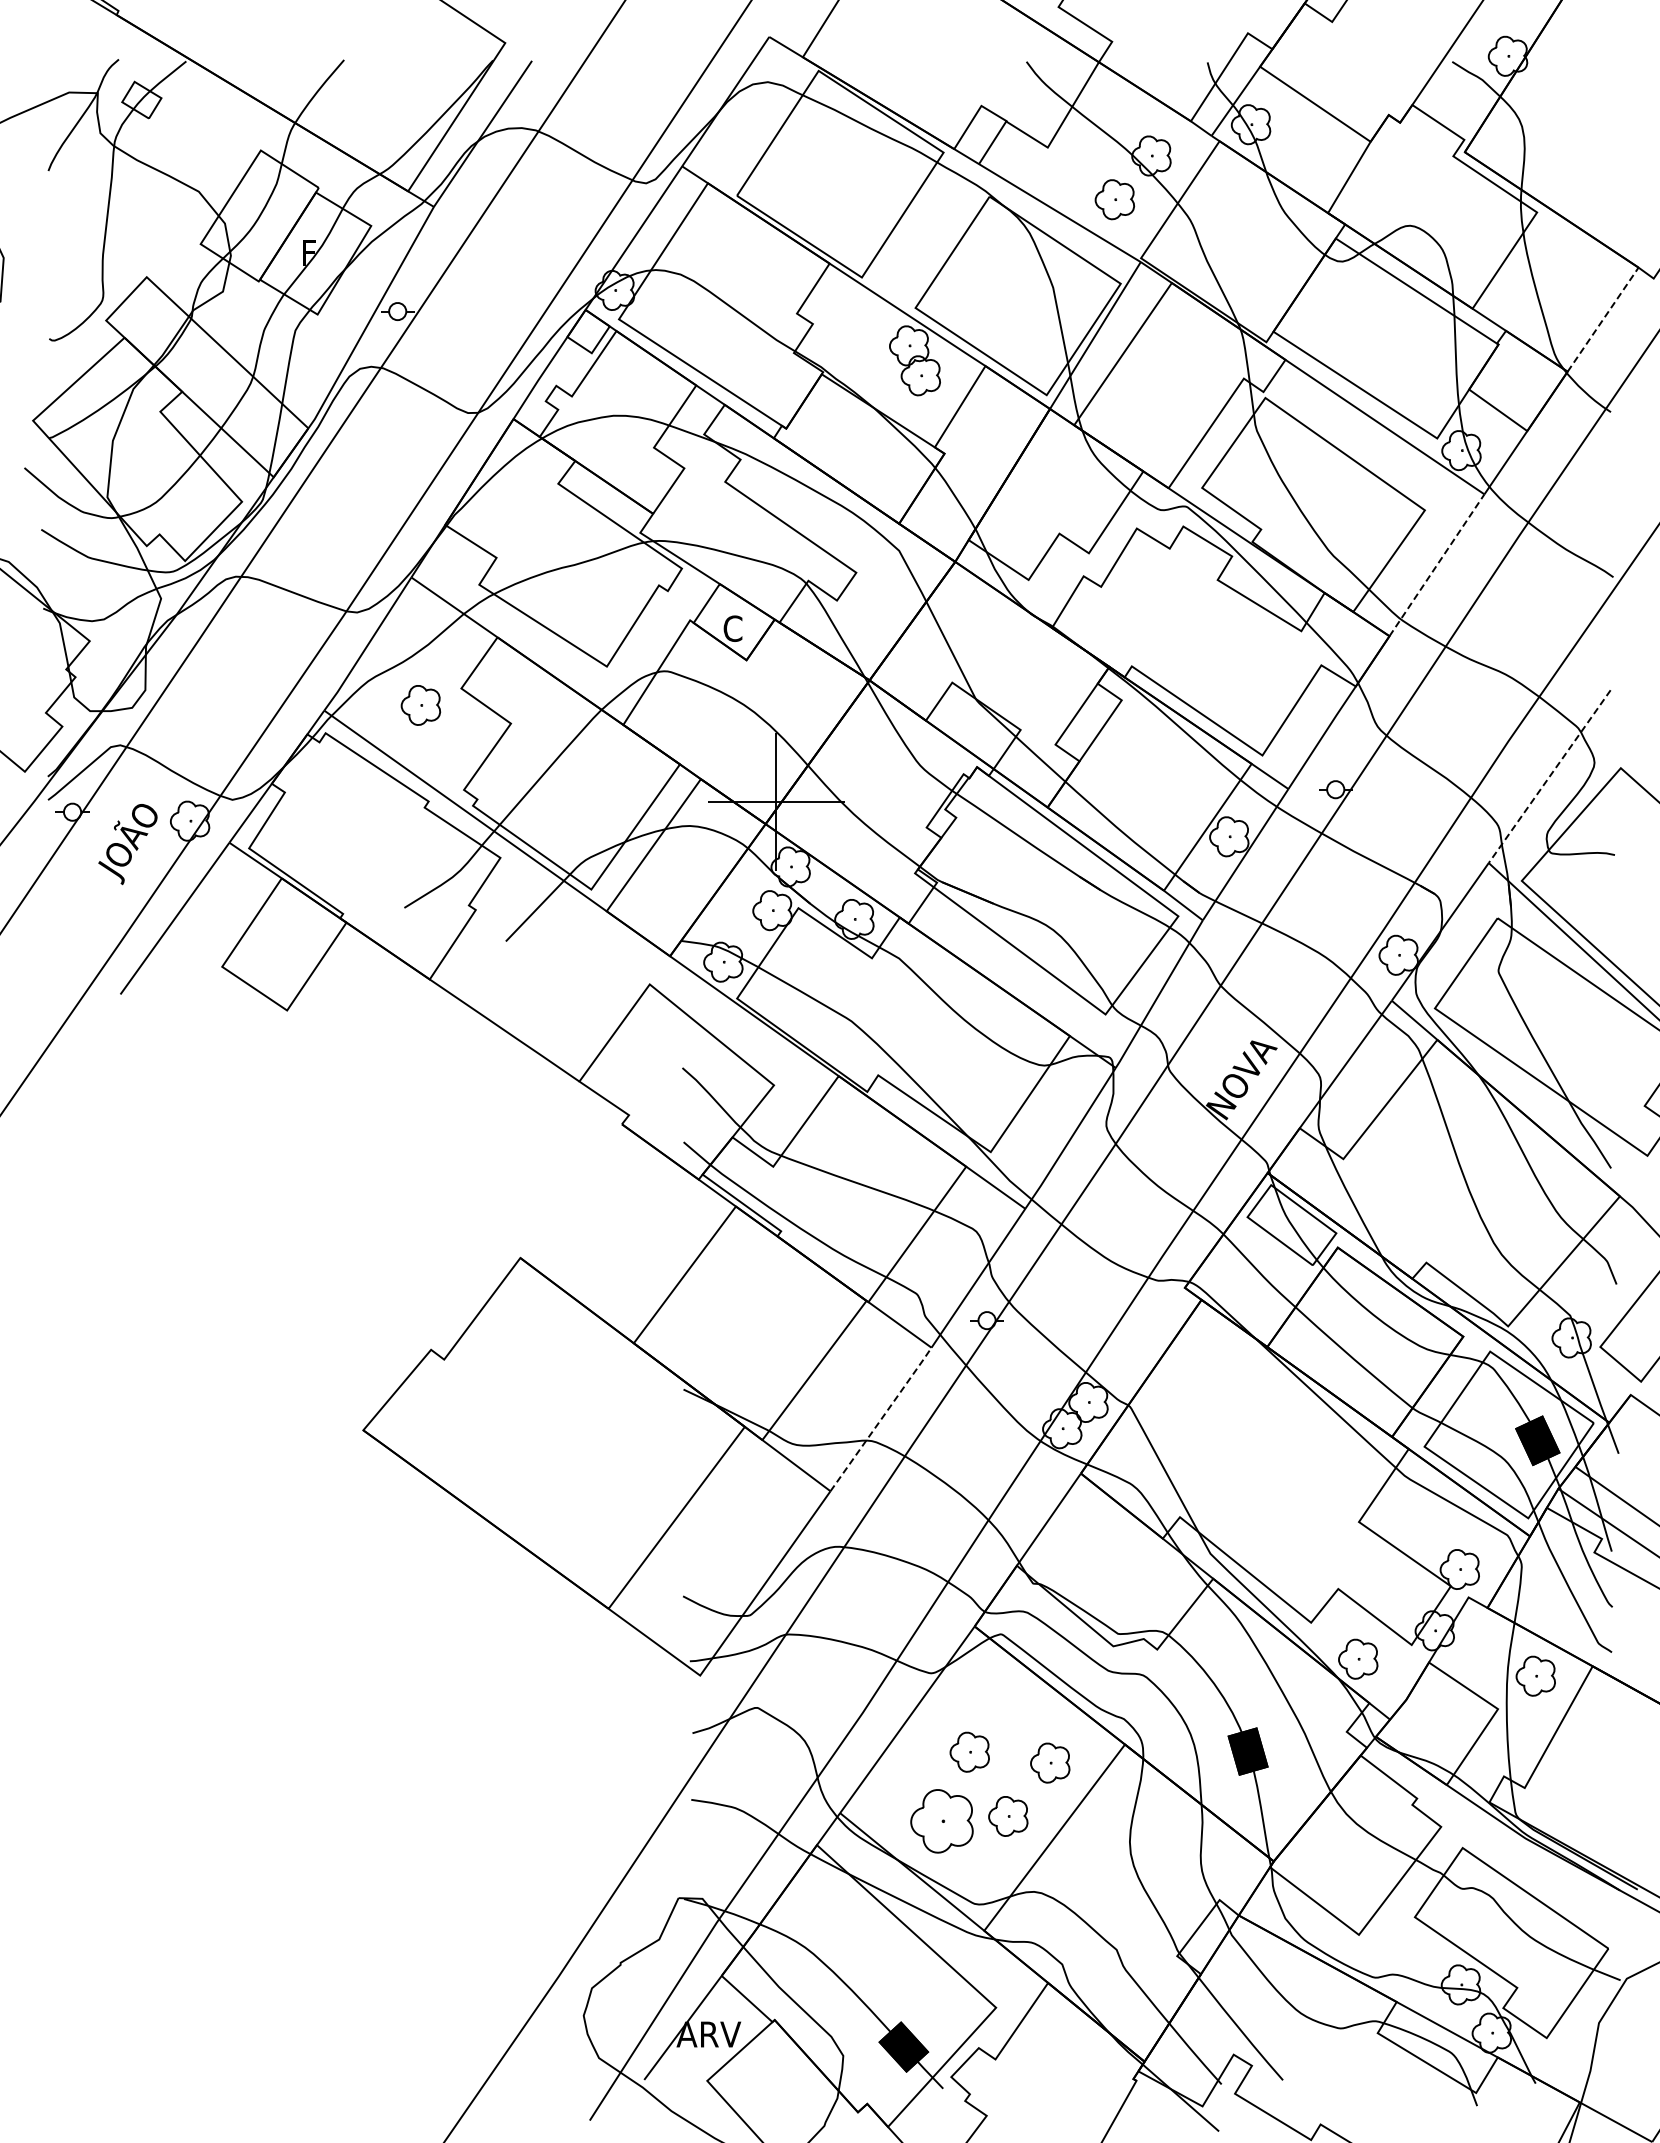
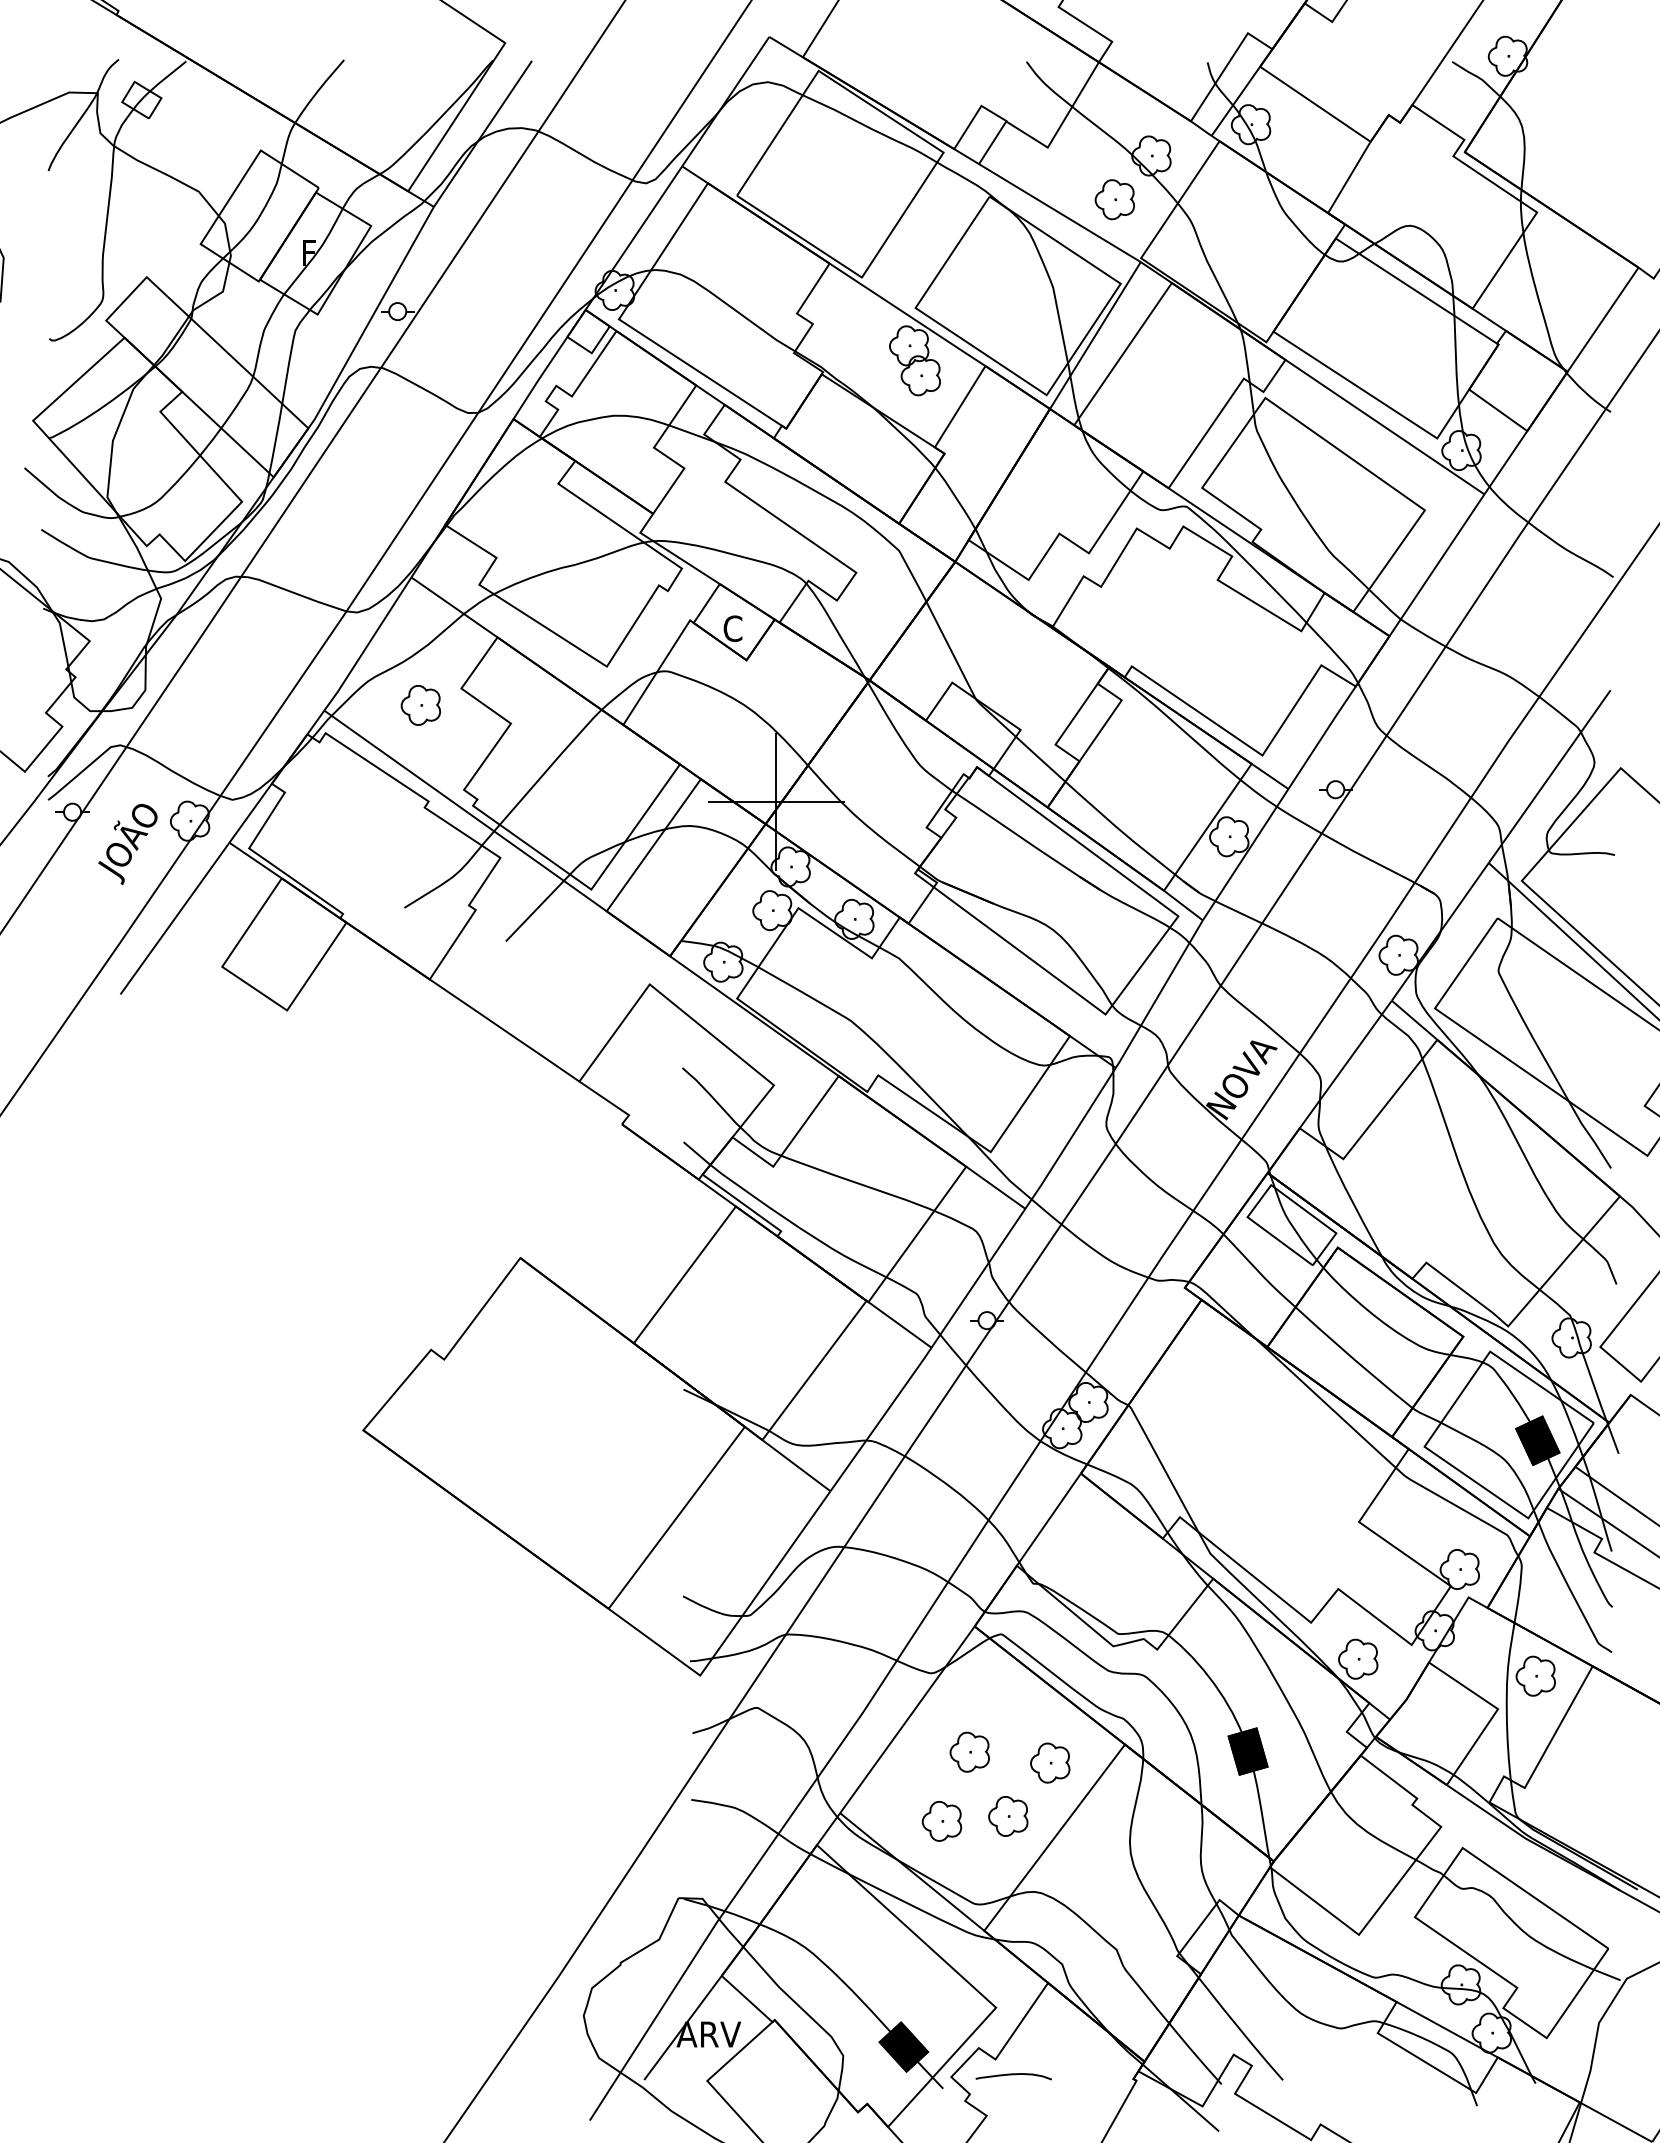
line at (1603, 319): dashed -> solid
line at (1437, 564): dashed -> solid
line at (1549, 776): dashed -> solid
line at (881, 1418): dashed -> solid
part at (941, 1821) size: 64x65 px -> 42x41 px
curve at (1013, 2075): none -> present
